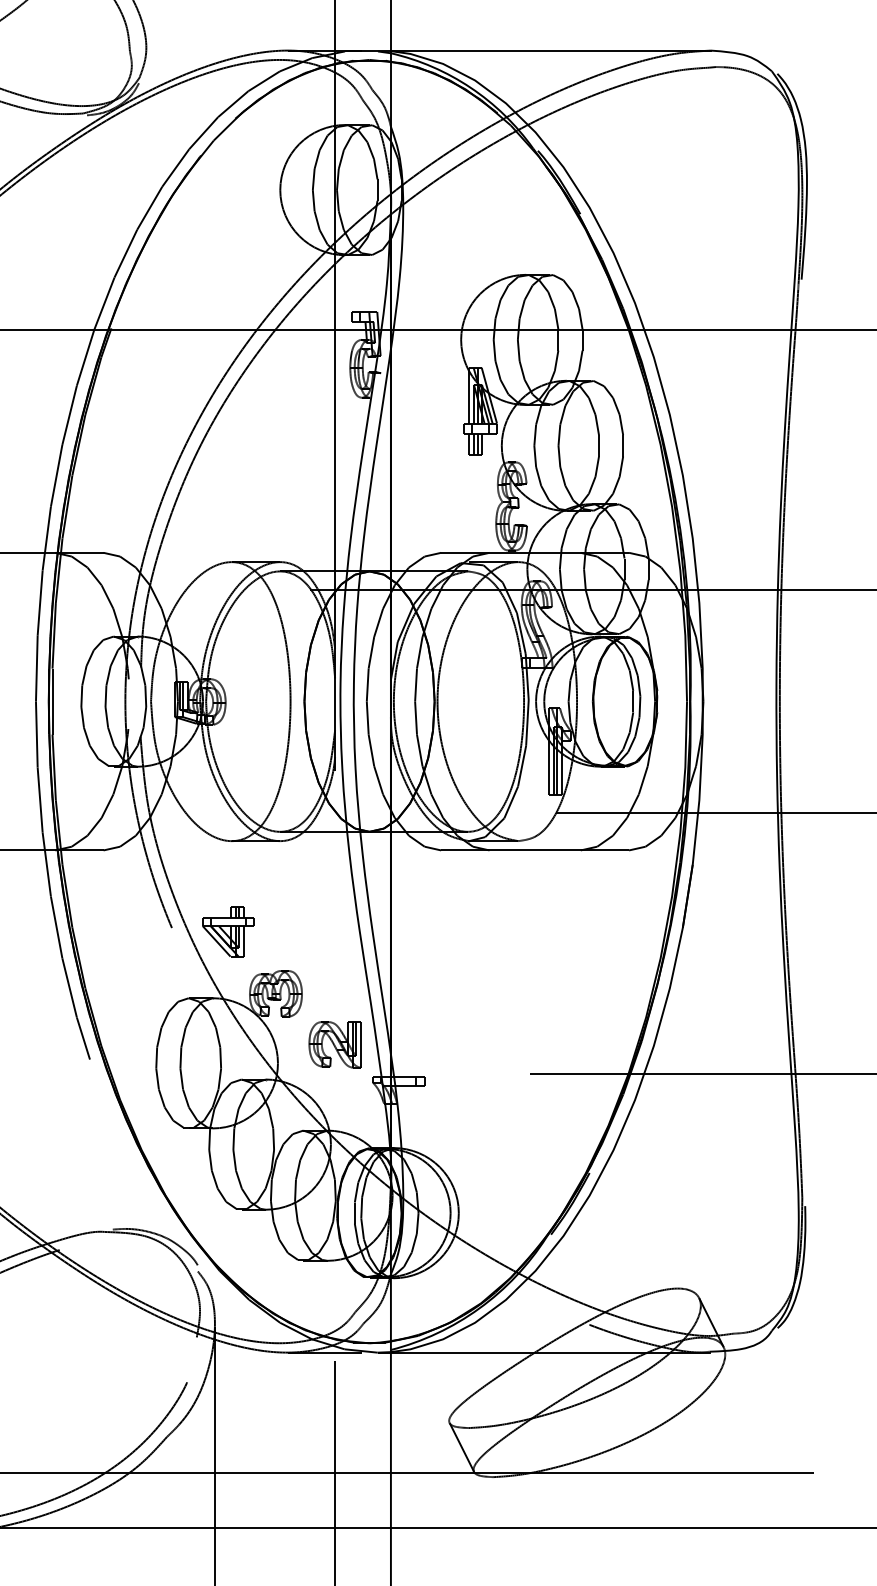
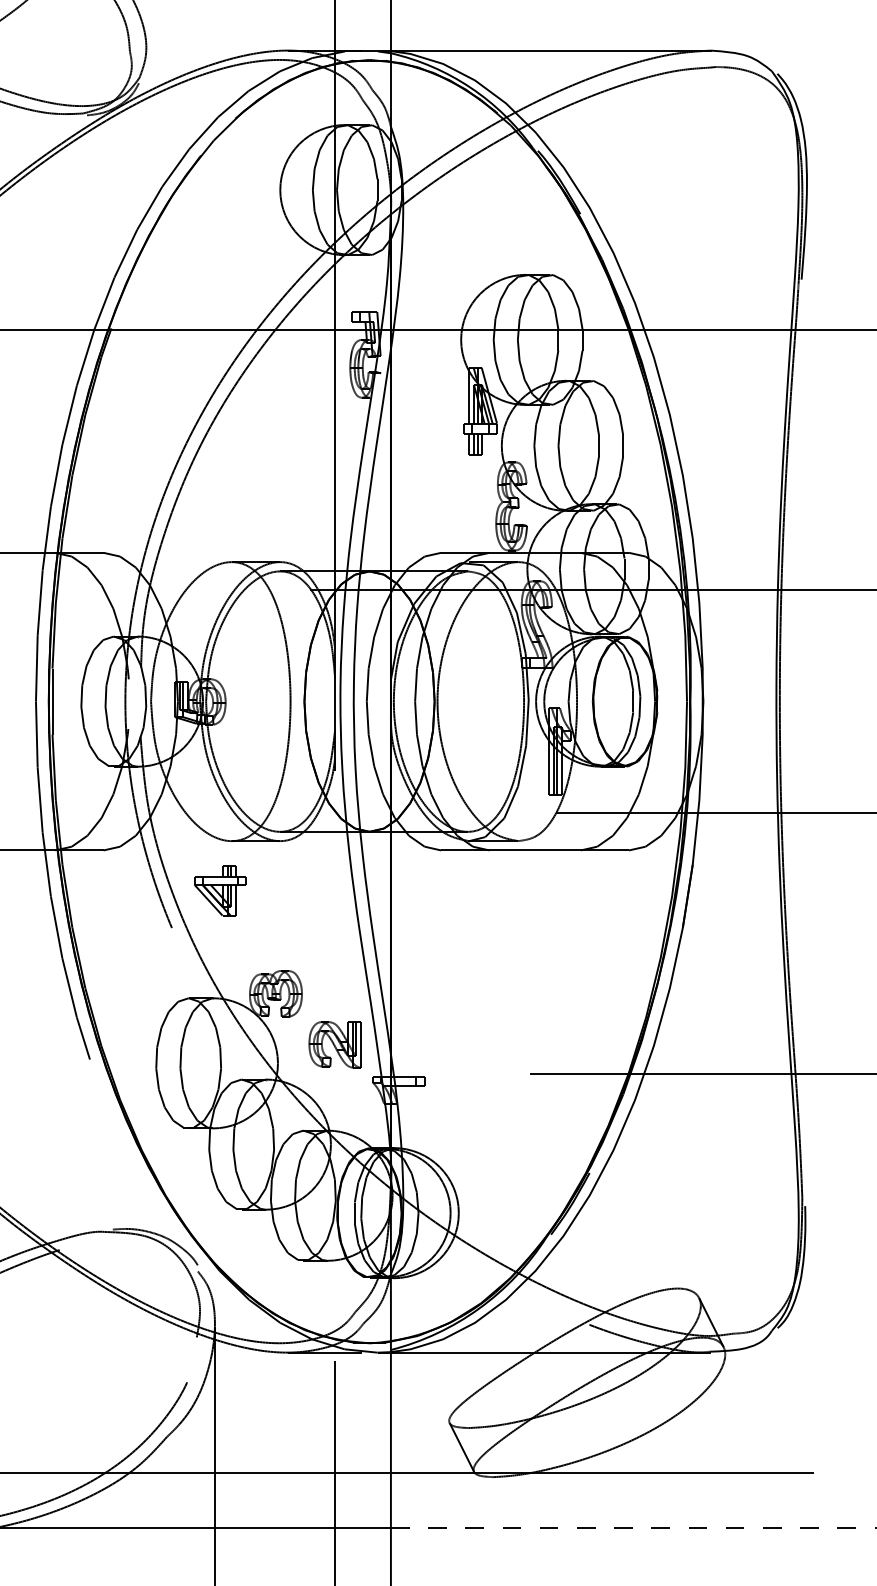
part at (228, 931) position: (228, 931) -> (220, 890)
line at (633, 1528): solid -> dashed
